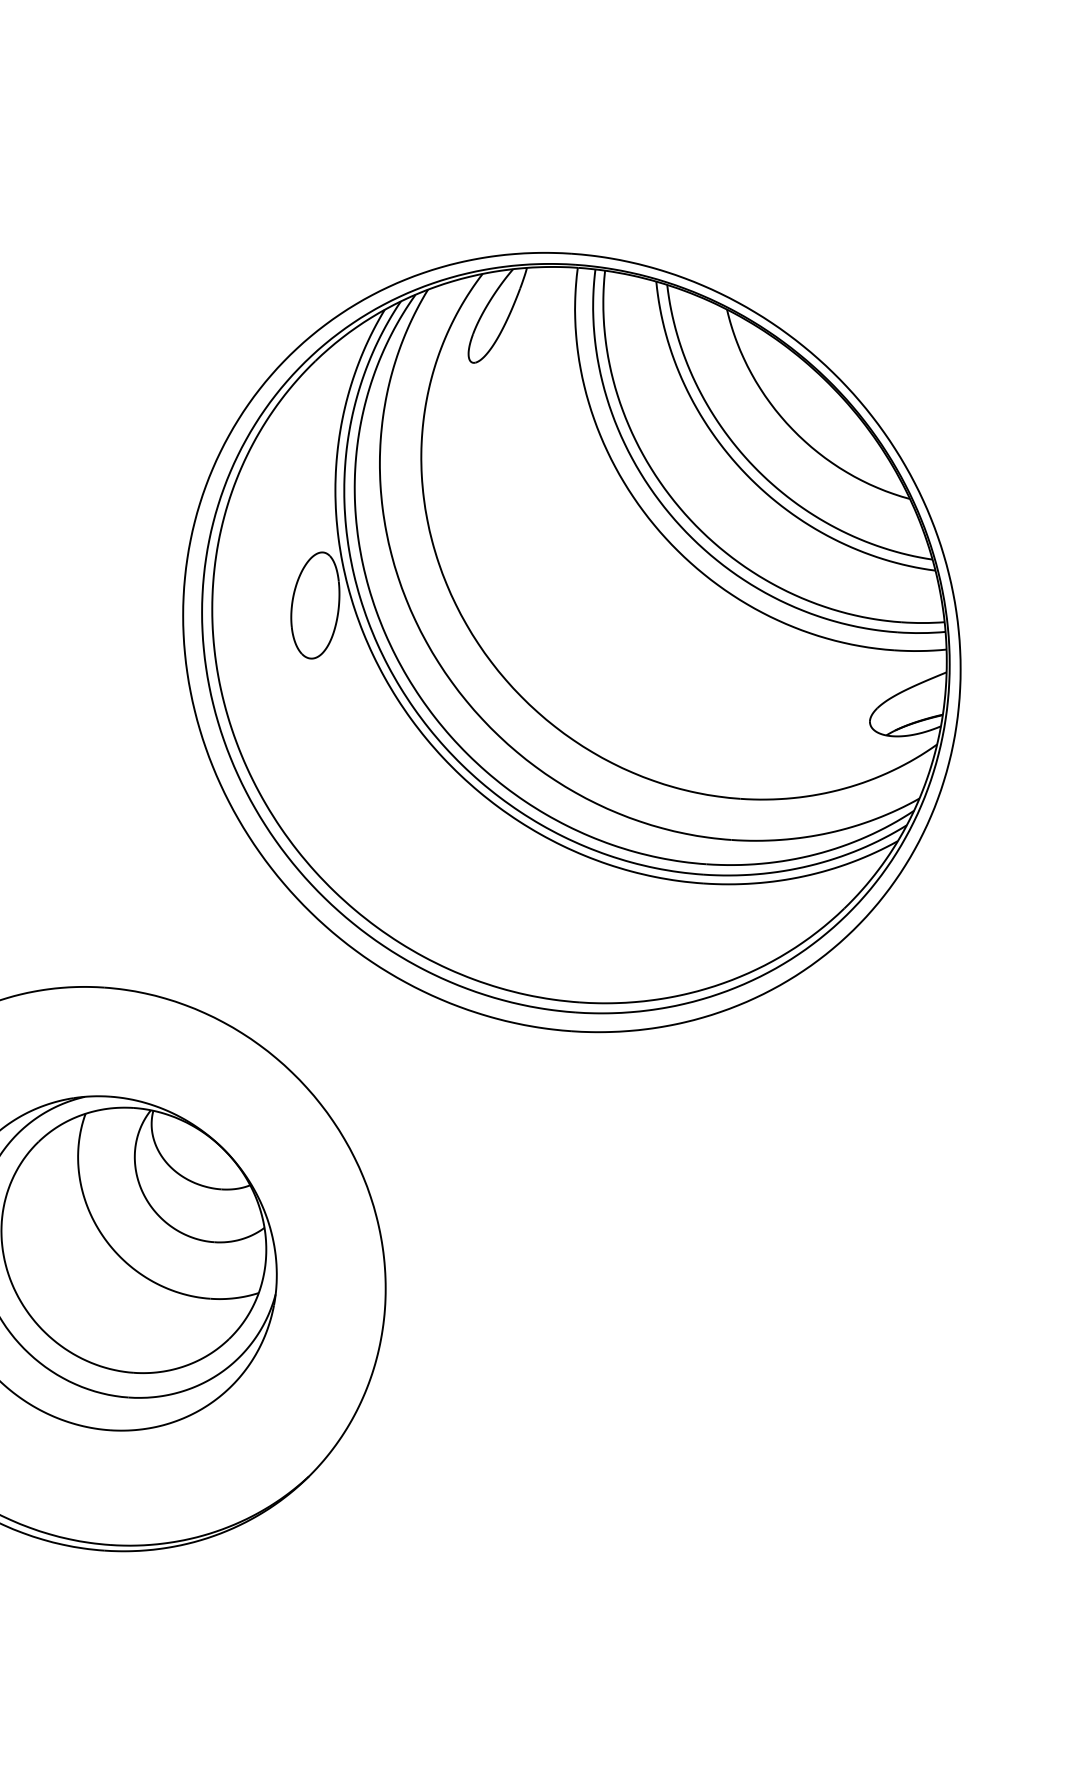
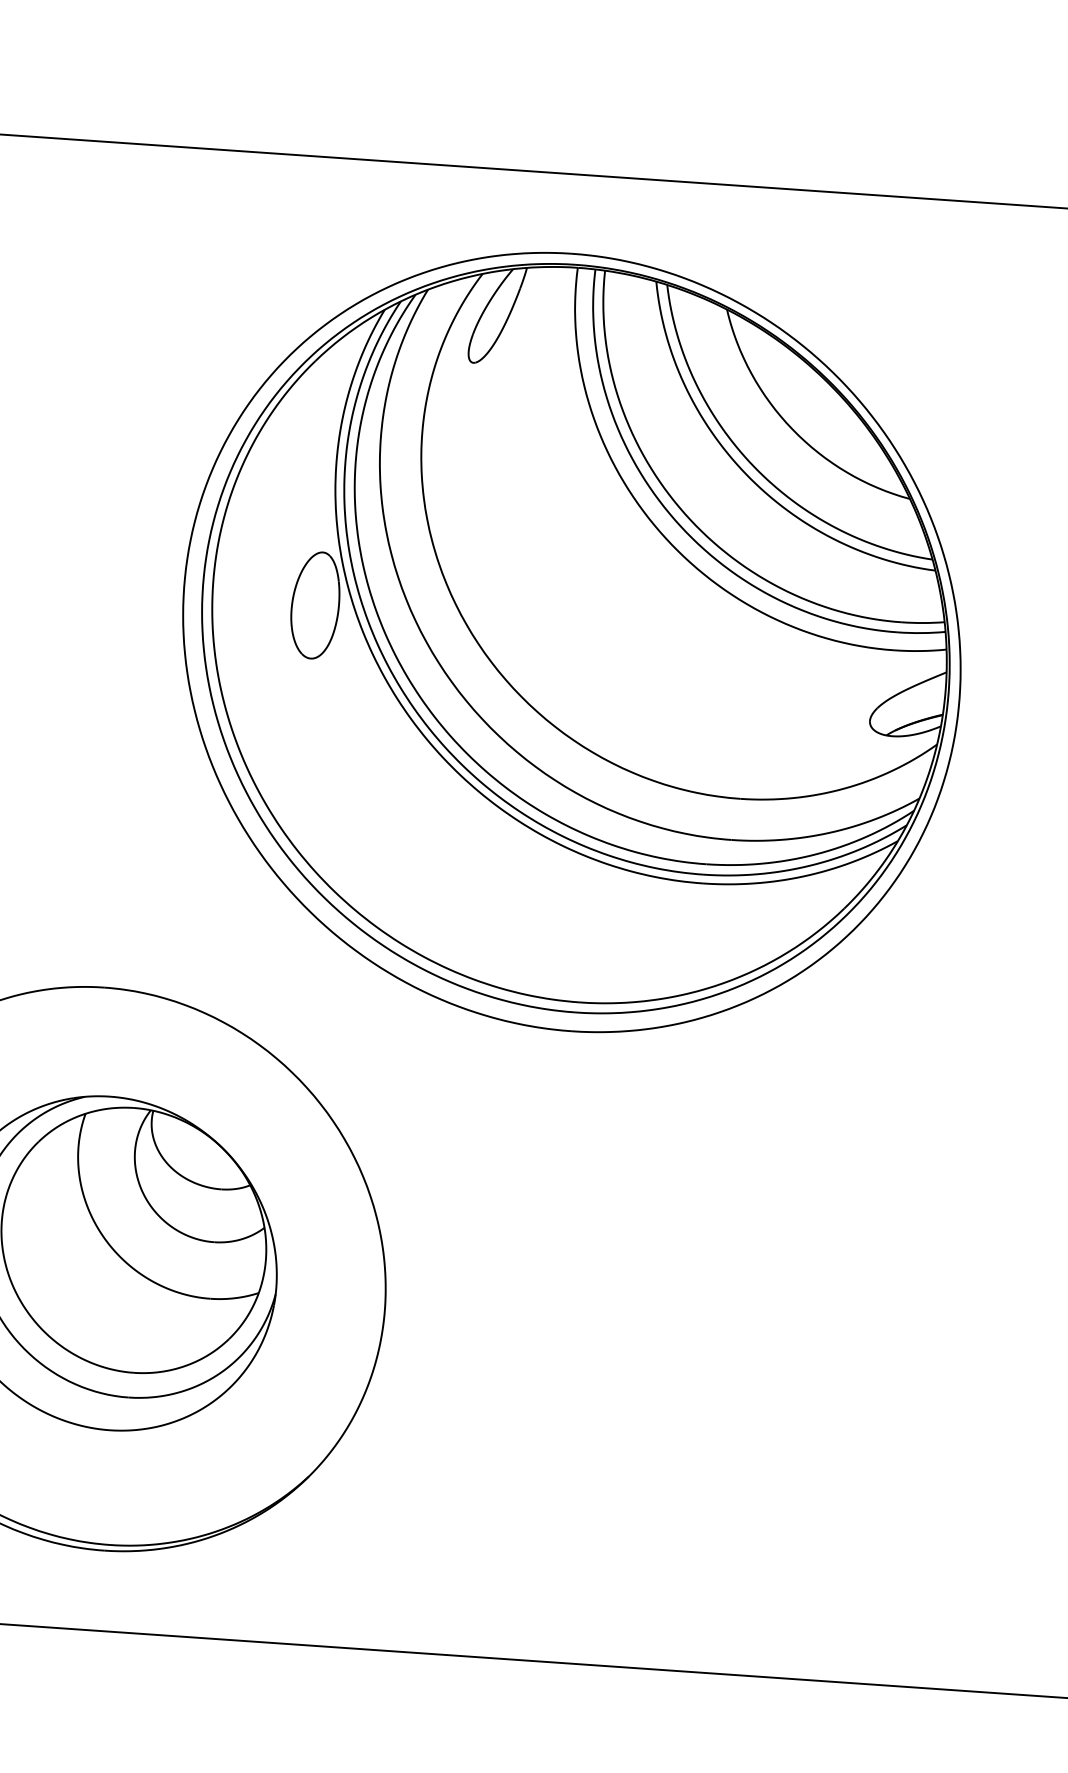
line at (533, 171): none -> present
line at (533, 1660): none -> present
